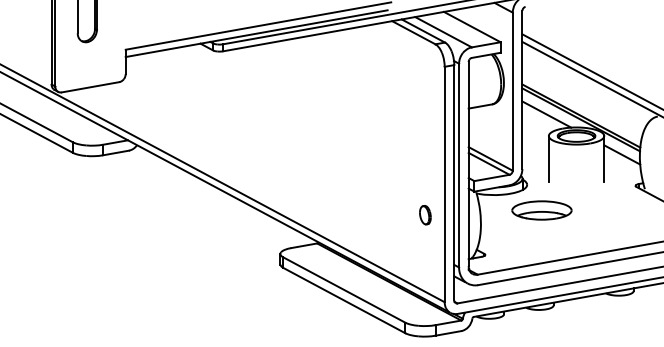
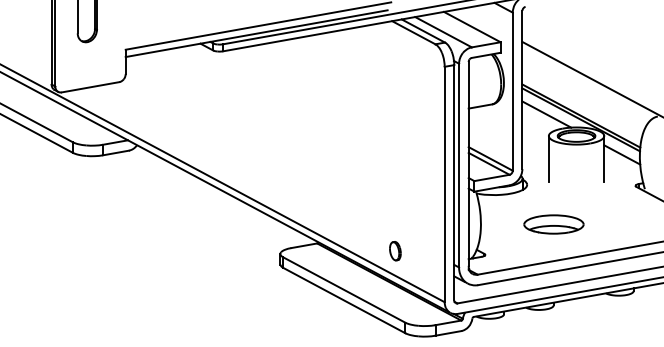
line at (591, 71): present -> none
part at (541, 210) position: (541, 210) -> (553, 224)
part at (425, 215) position: (425, 215) -> (395, 251)
